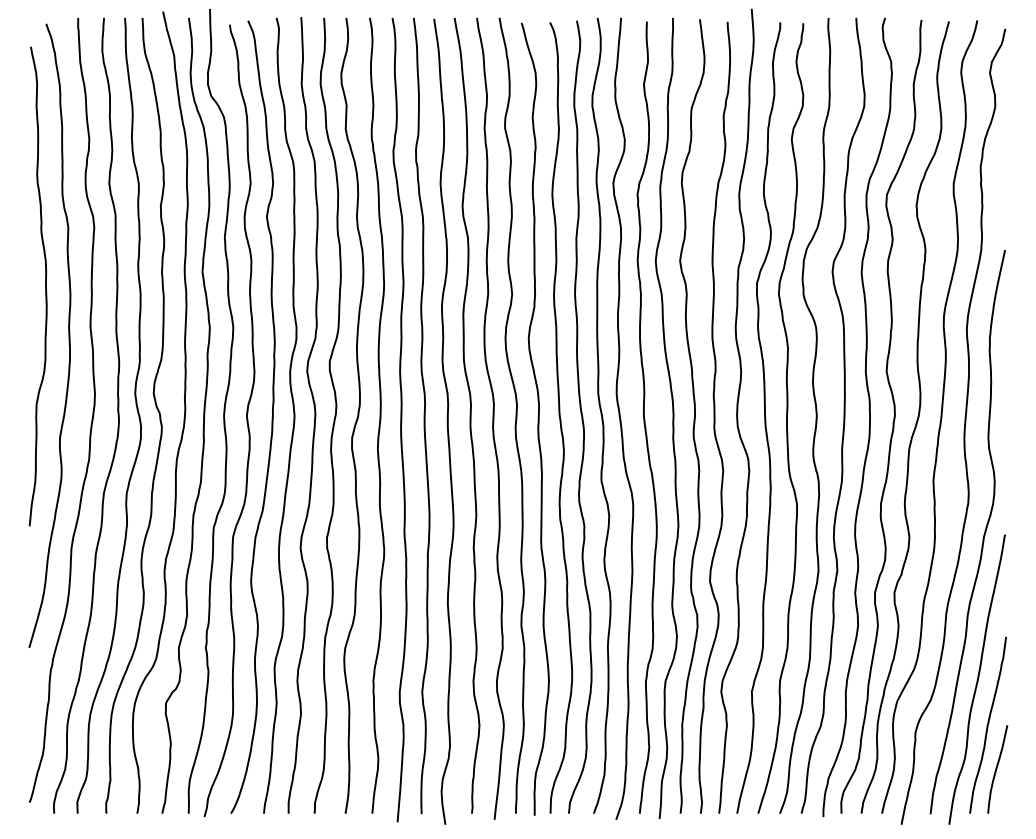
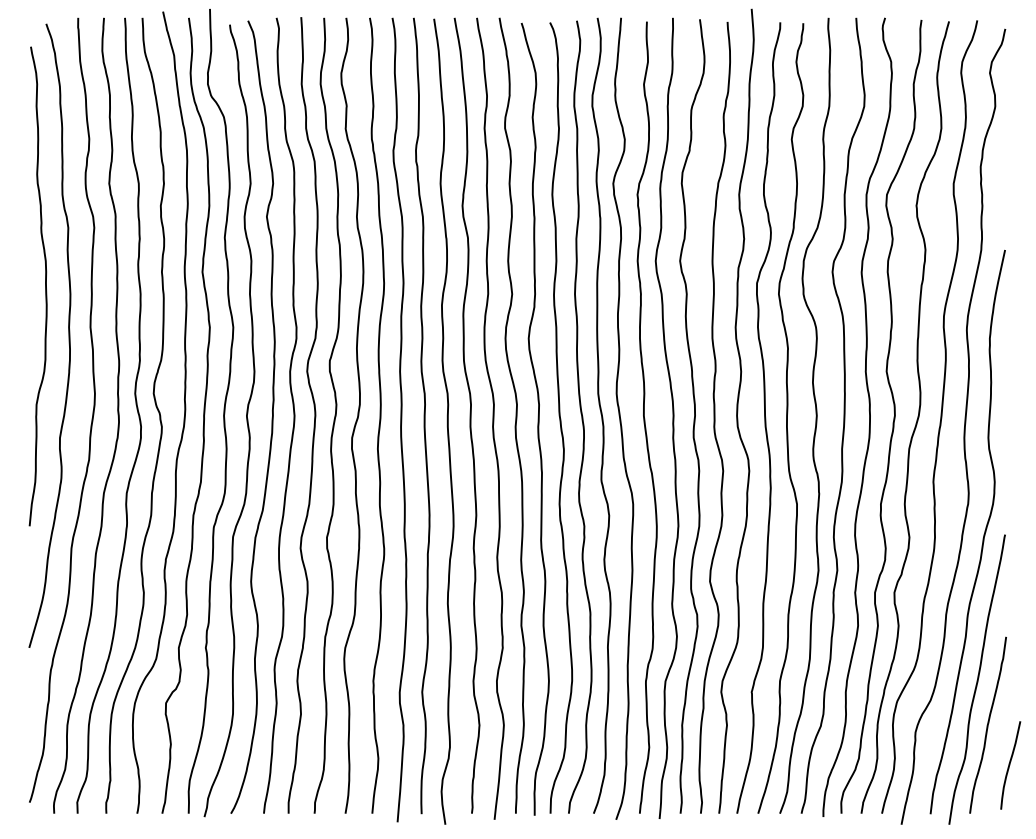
curve at (997, 769) position: (997, 769) -> (1010, 765)
